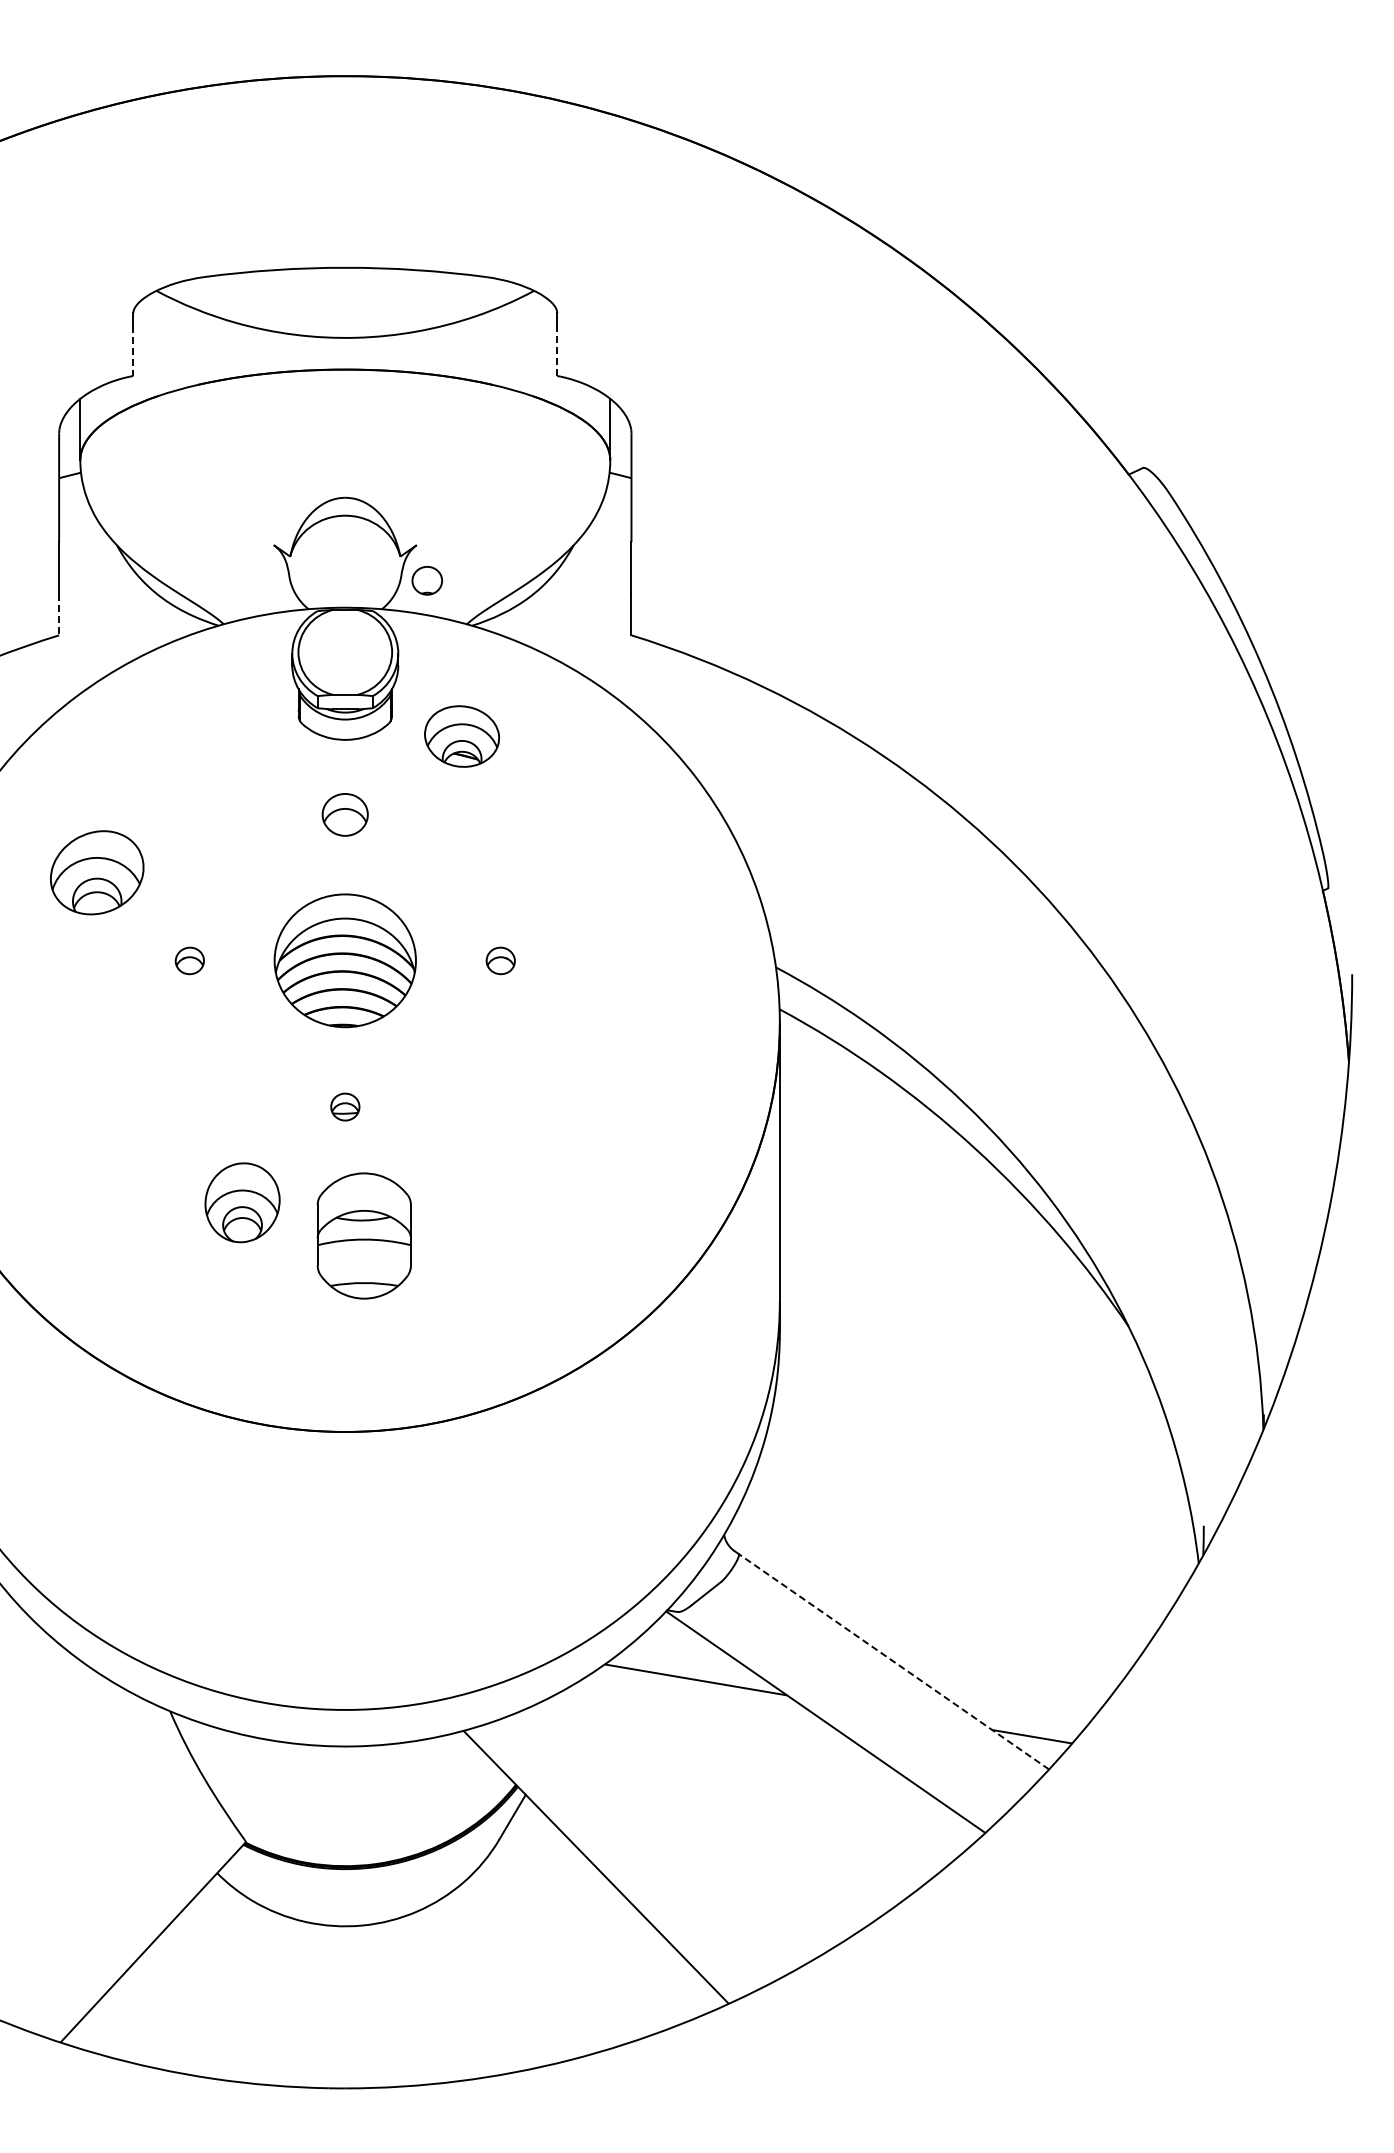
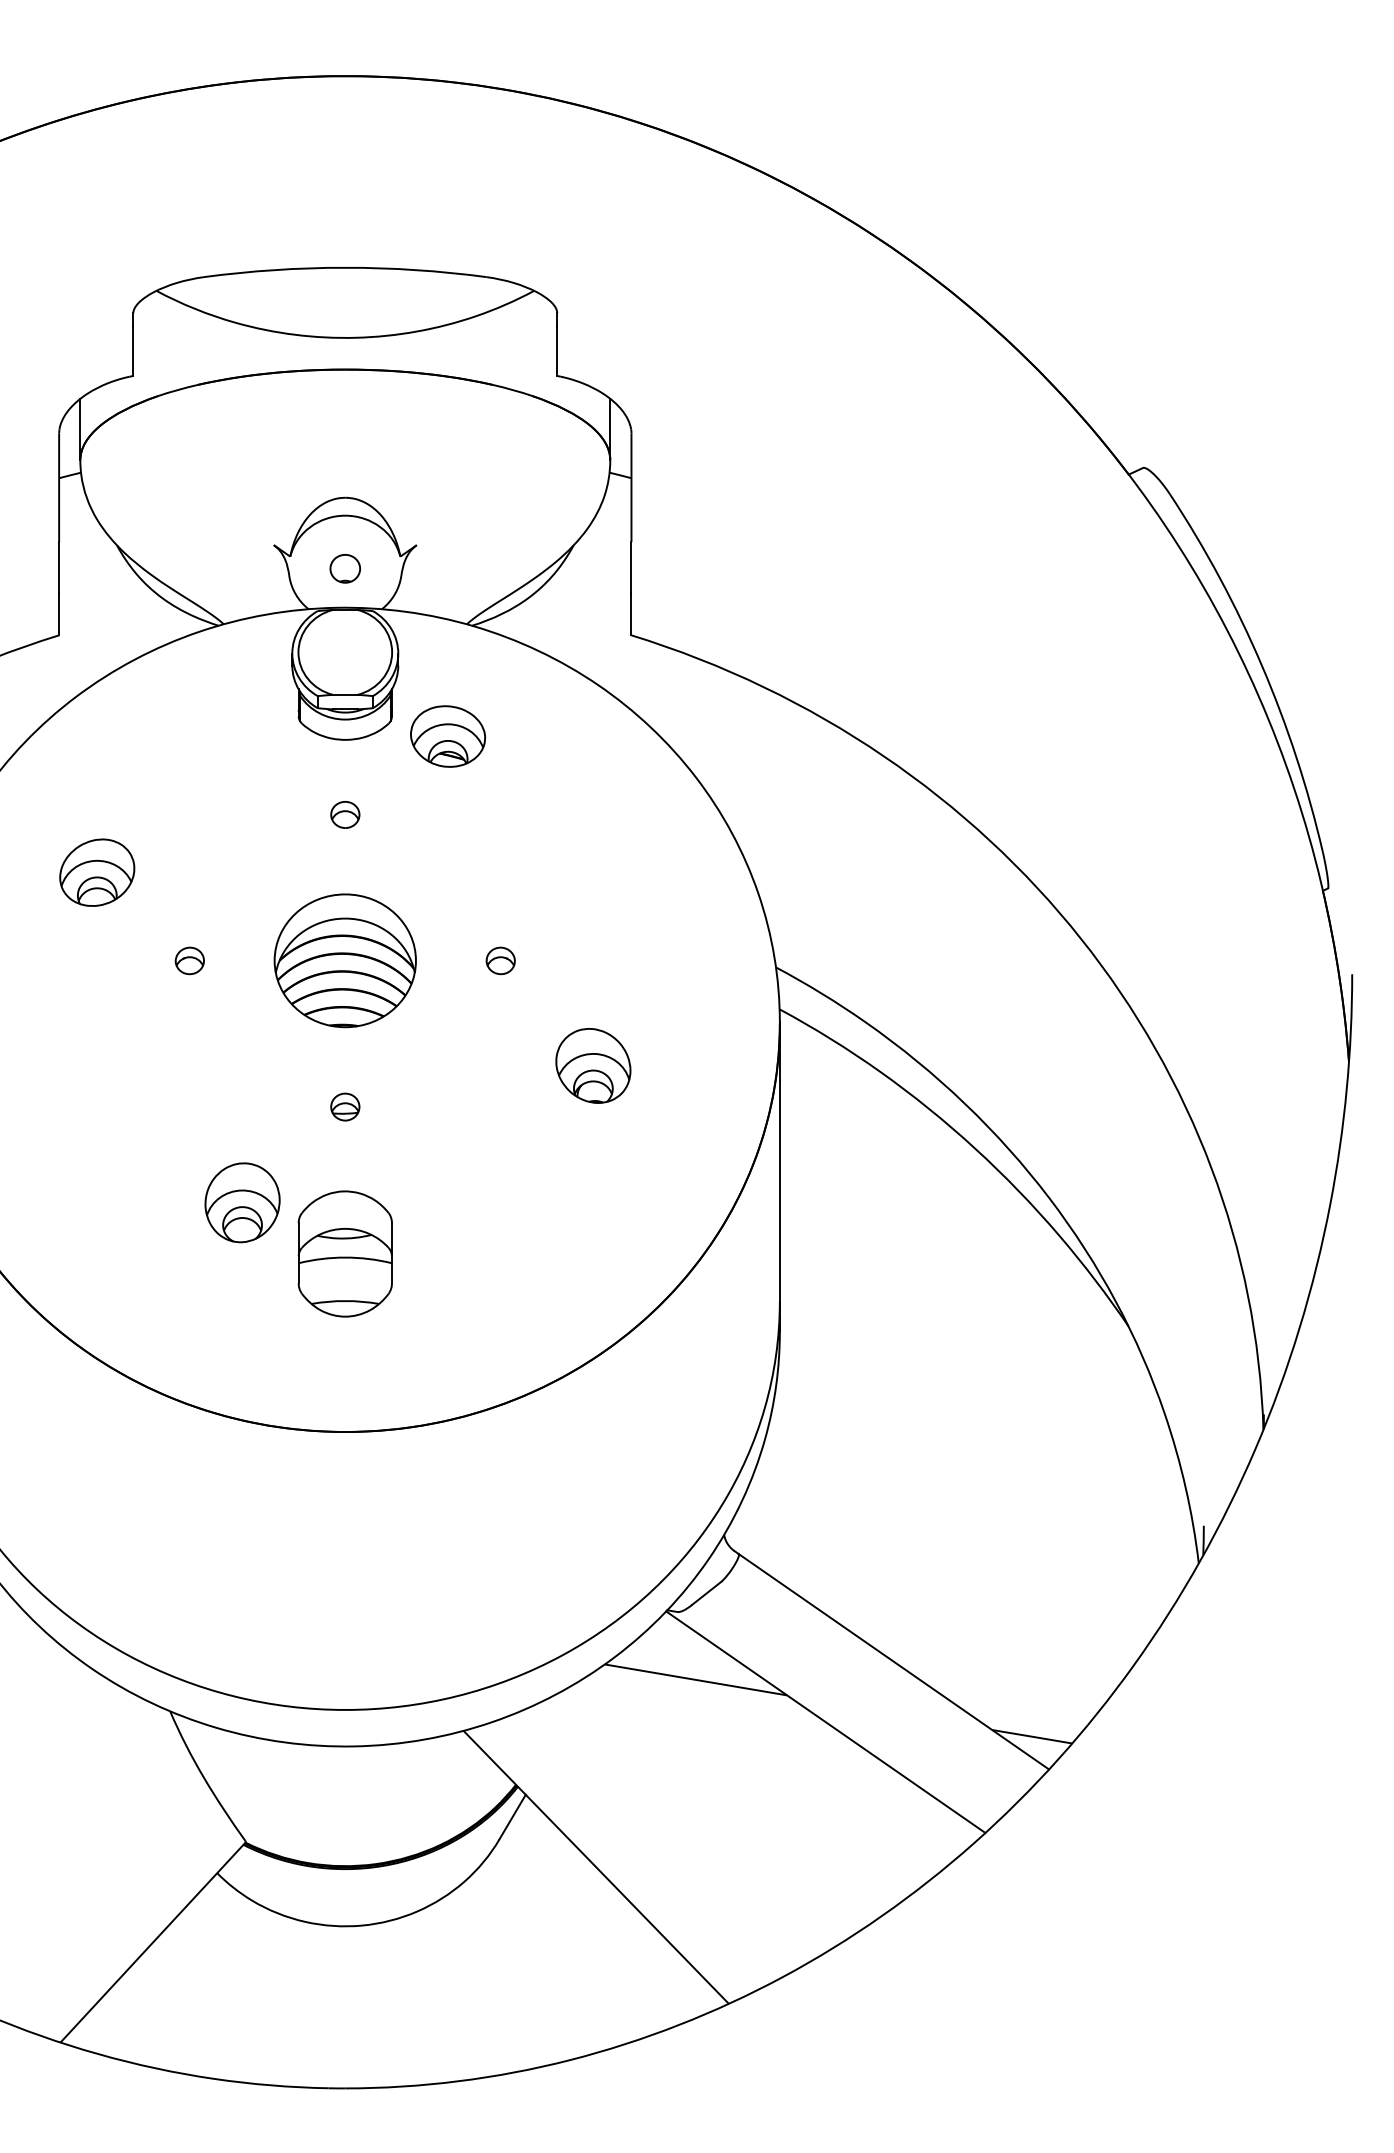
line at (557, 350): dashed -> solid
line at (133, 351): dashed -> solid
part at (426, 580) position: (426, 580) -> (344, 568)
line at (59, 614): dashed -> solid
part at (462, 736) position: (462, 736) -> (448, 736)
part at (344, 814) size: 48x44 px -> 31x28 px
part at (97, 872) size: 95x86 px -> 77x69 px
part at (593, 1065): none -> present
part at (363, 1235) position: (363, 1235) -> (344, 1253)
line at (893, 1661): dashed -> solid
